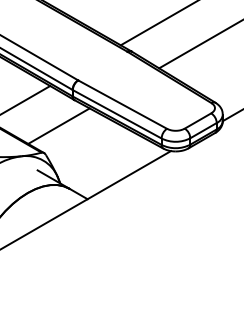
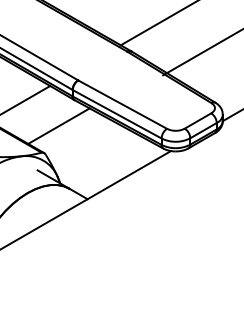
line at (199, 44) position: (199, 44) -> (201, 52)
